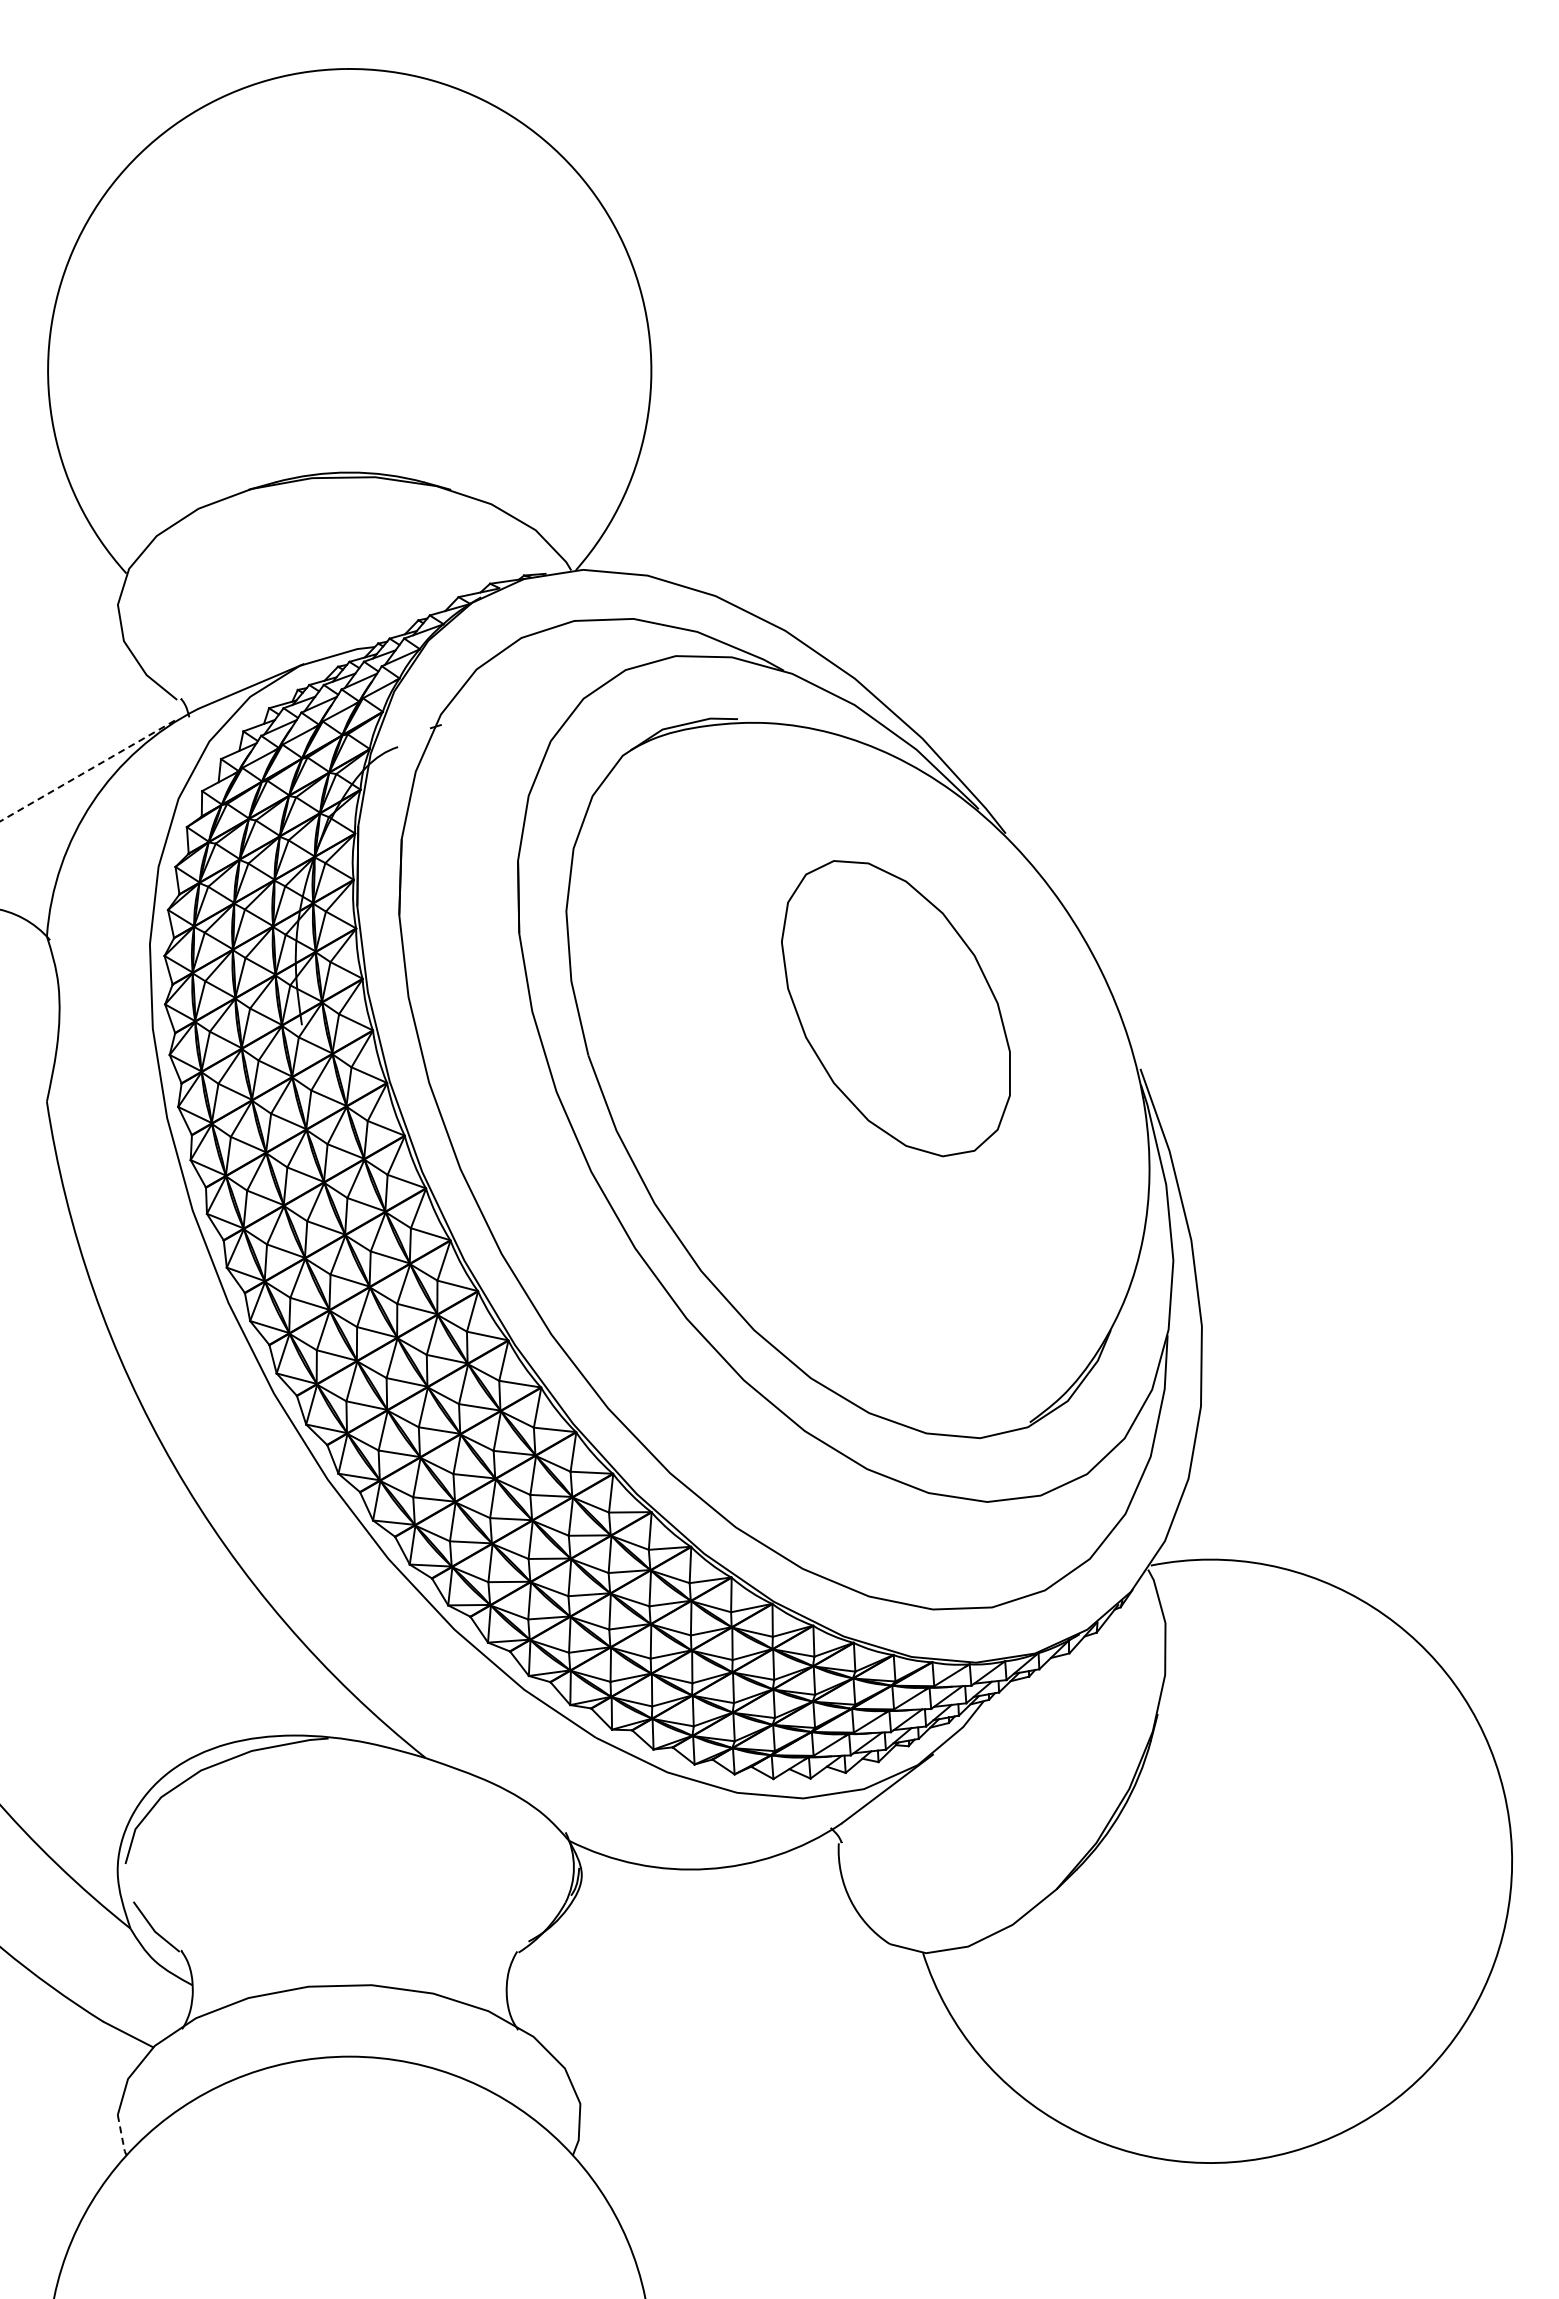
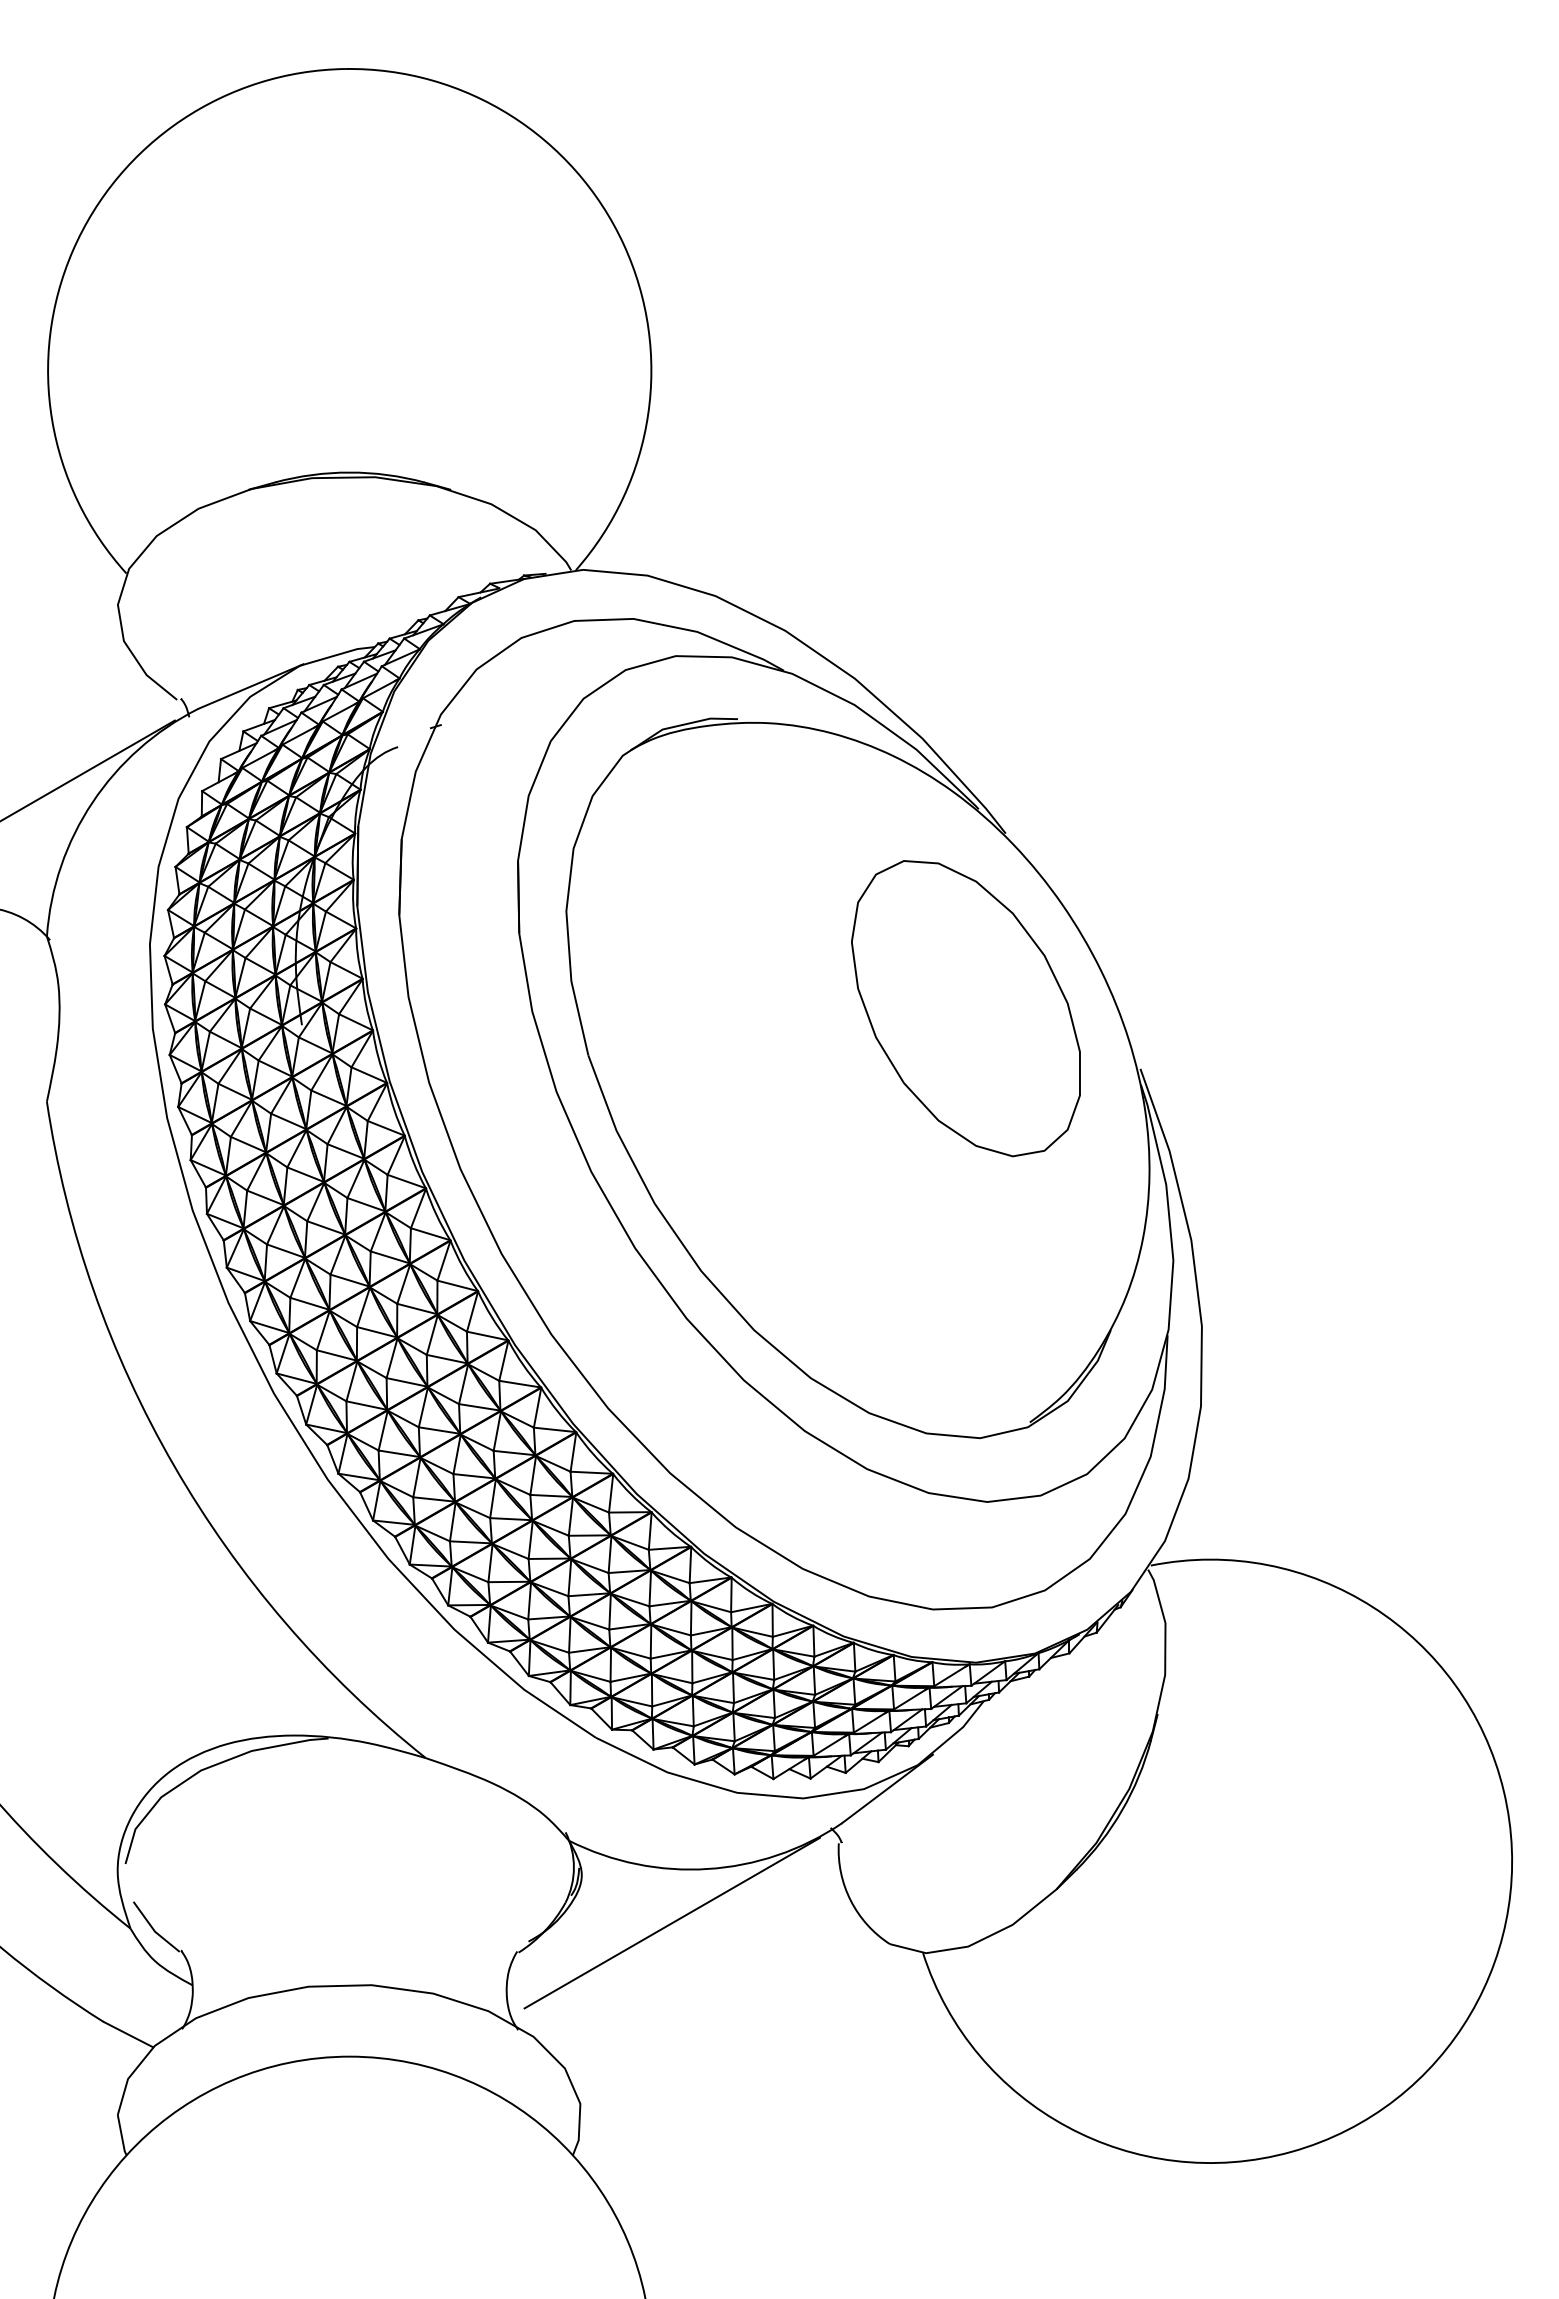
line at (87, 770): dashed -> solid
part at (895, 1008) position: (895, 1008) -> (965, 1008)
line at (671, 1922): none -> present
line at (121, 2136): dashed -> solid
